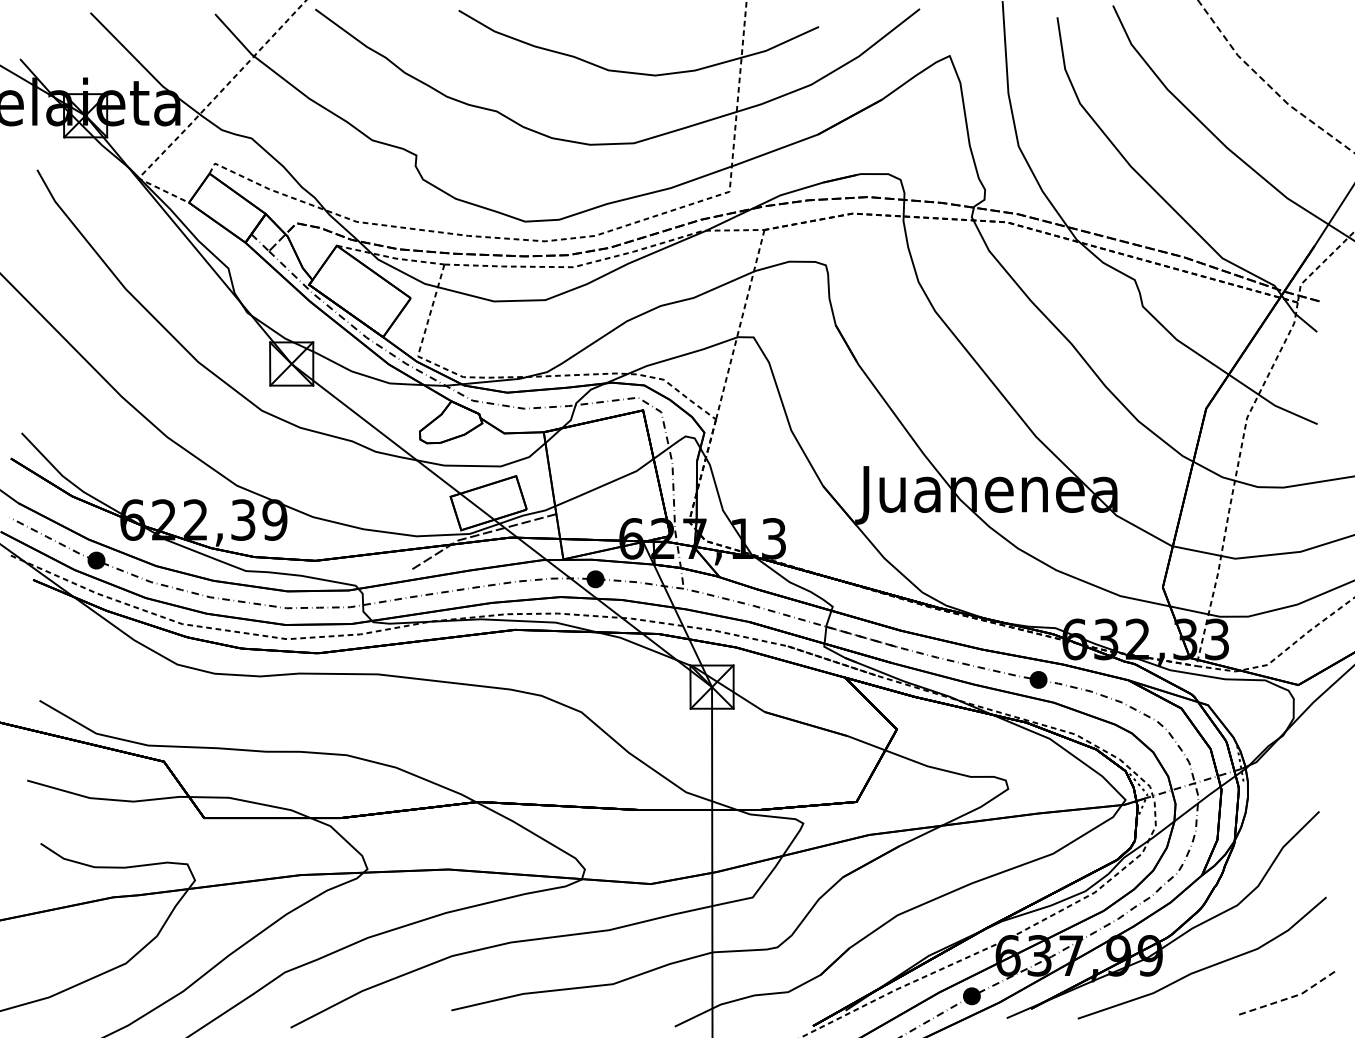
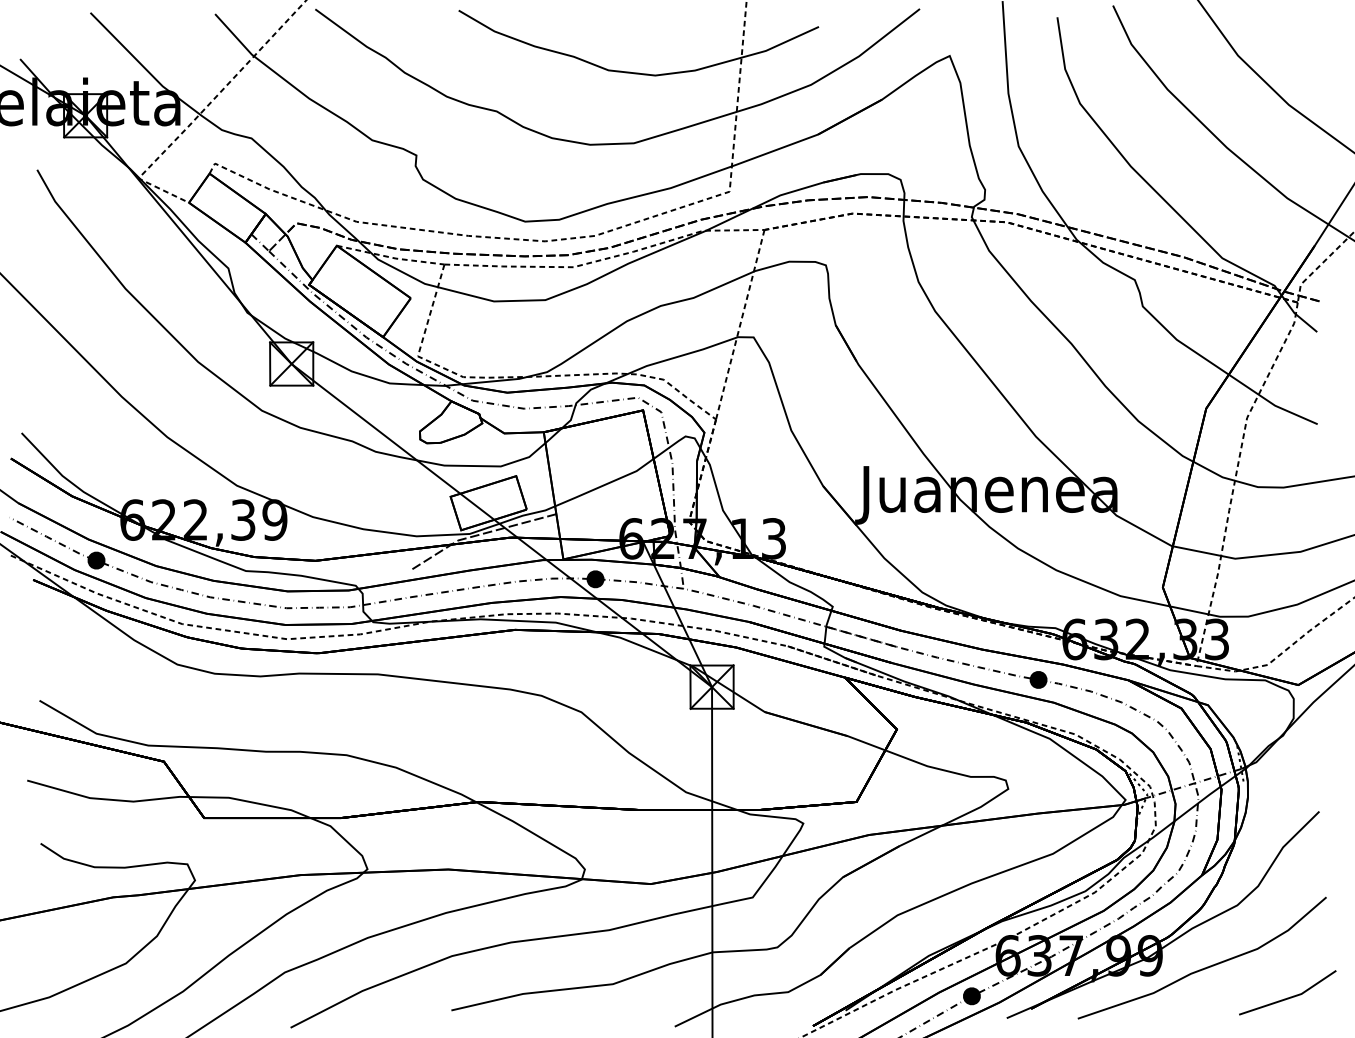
line at (1268, 84): dashed -> solid
line at (1291, 997): dashed -> solid
